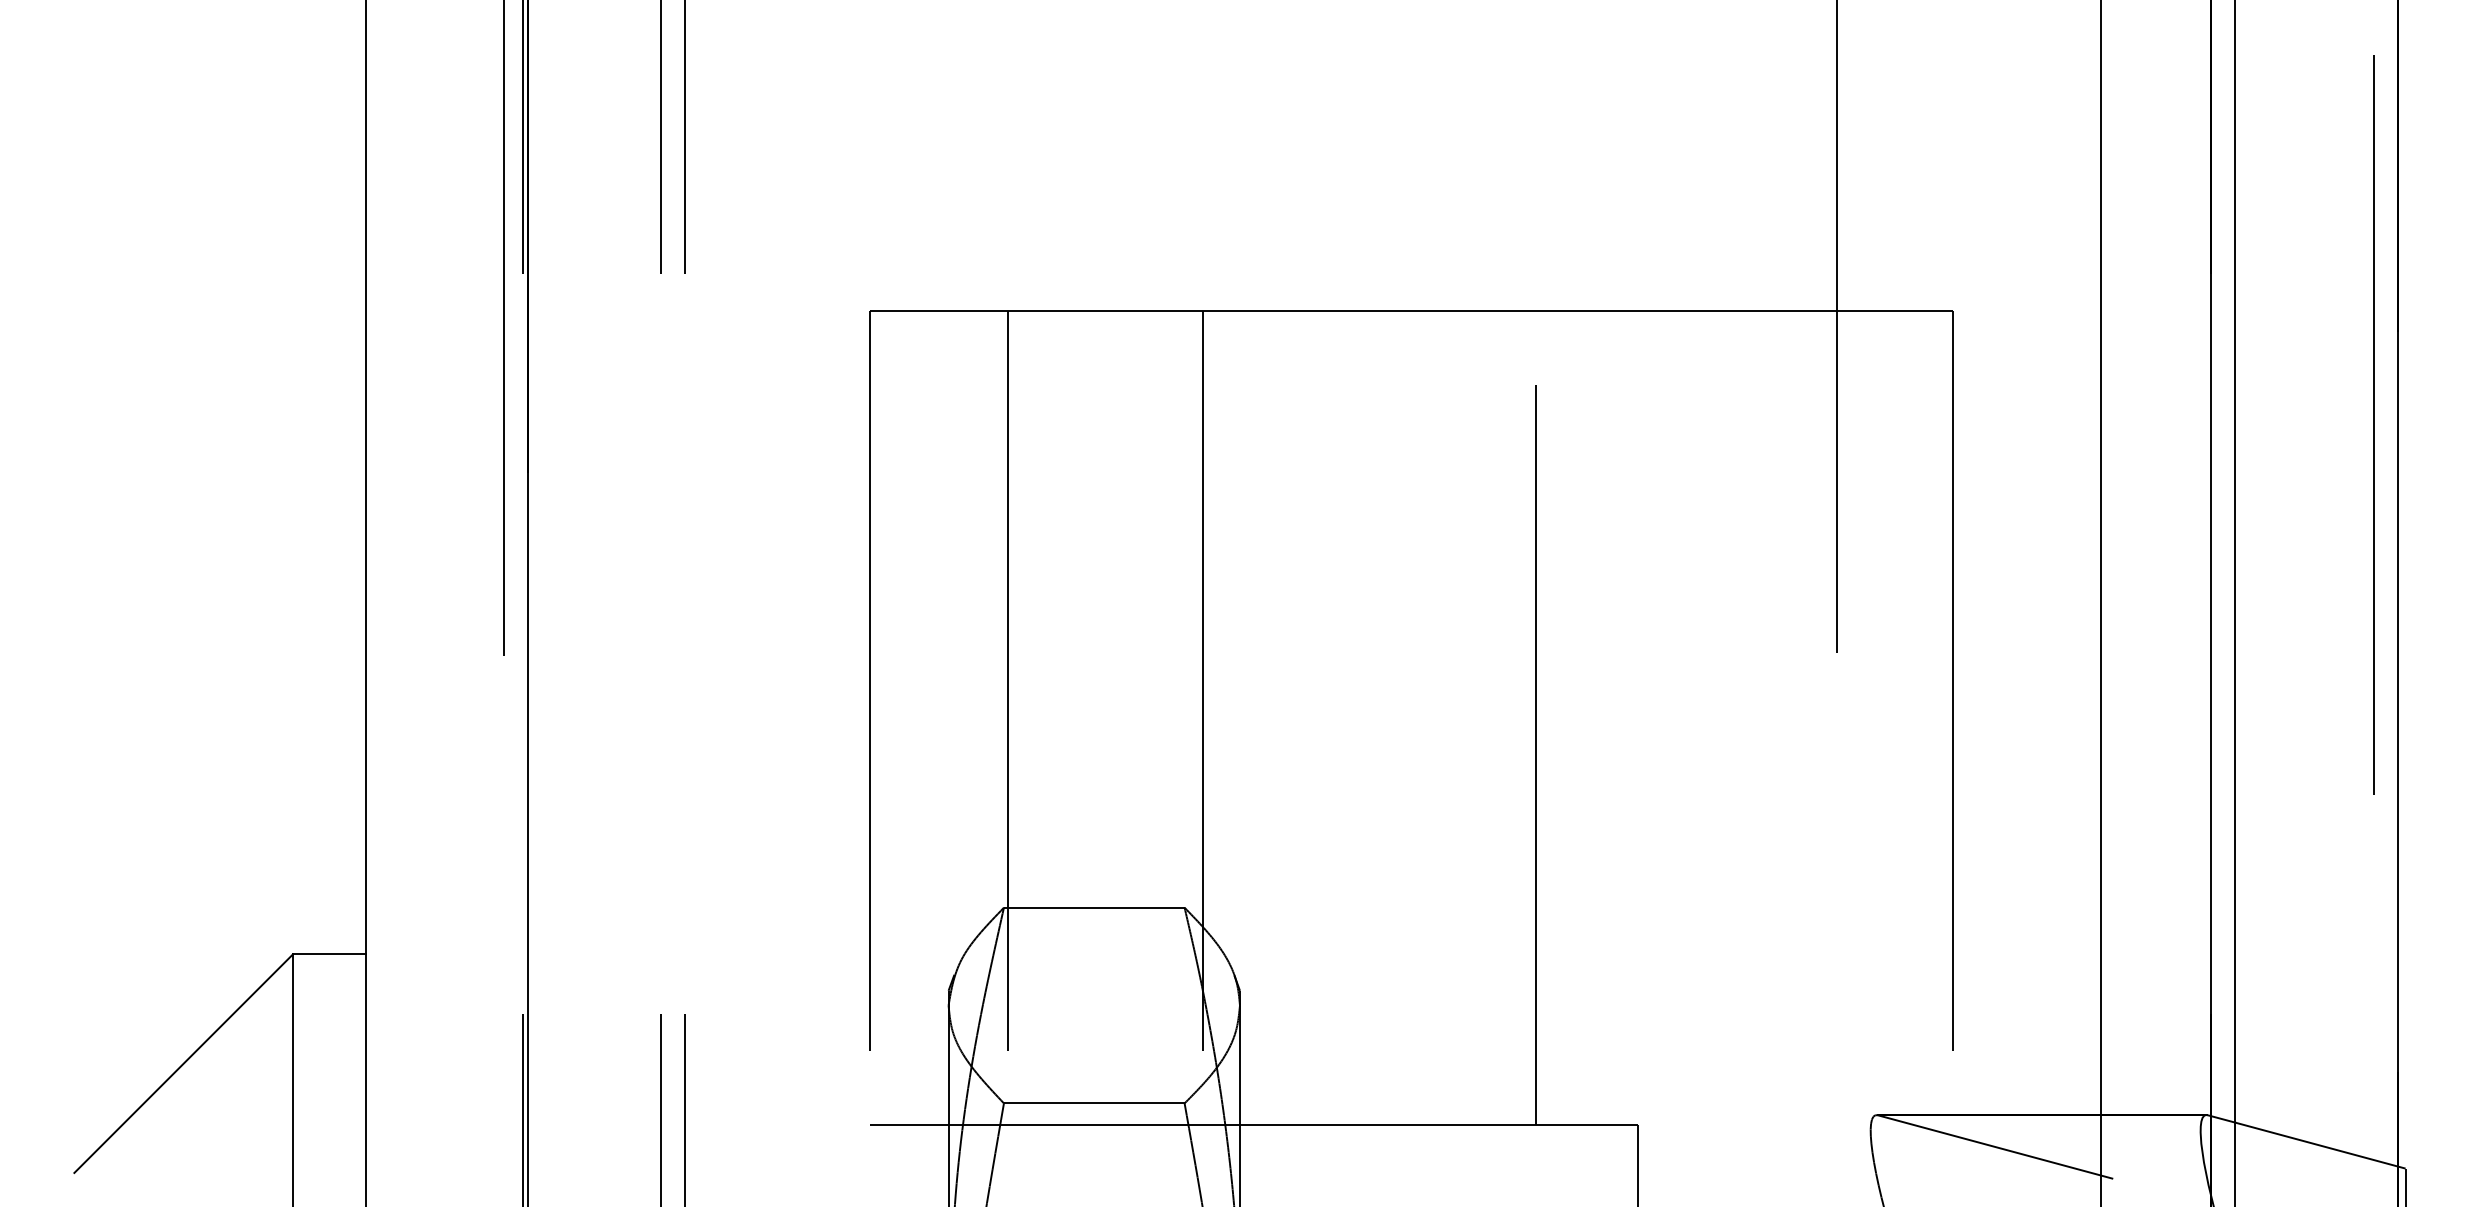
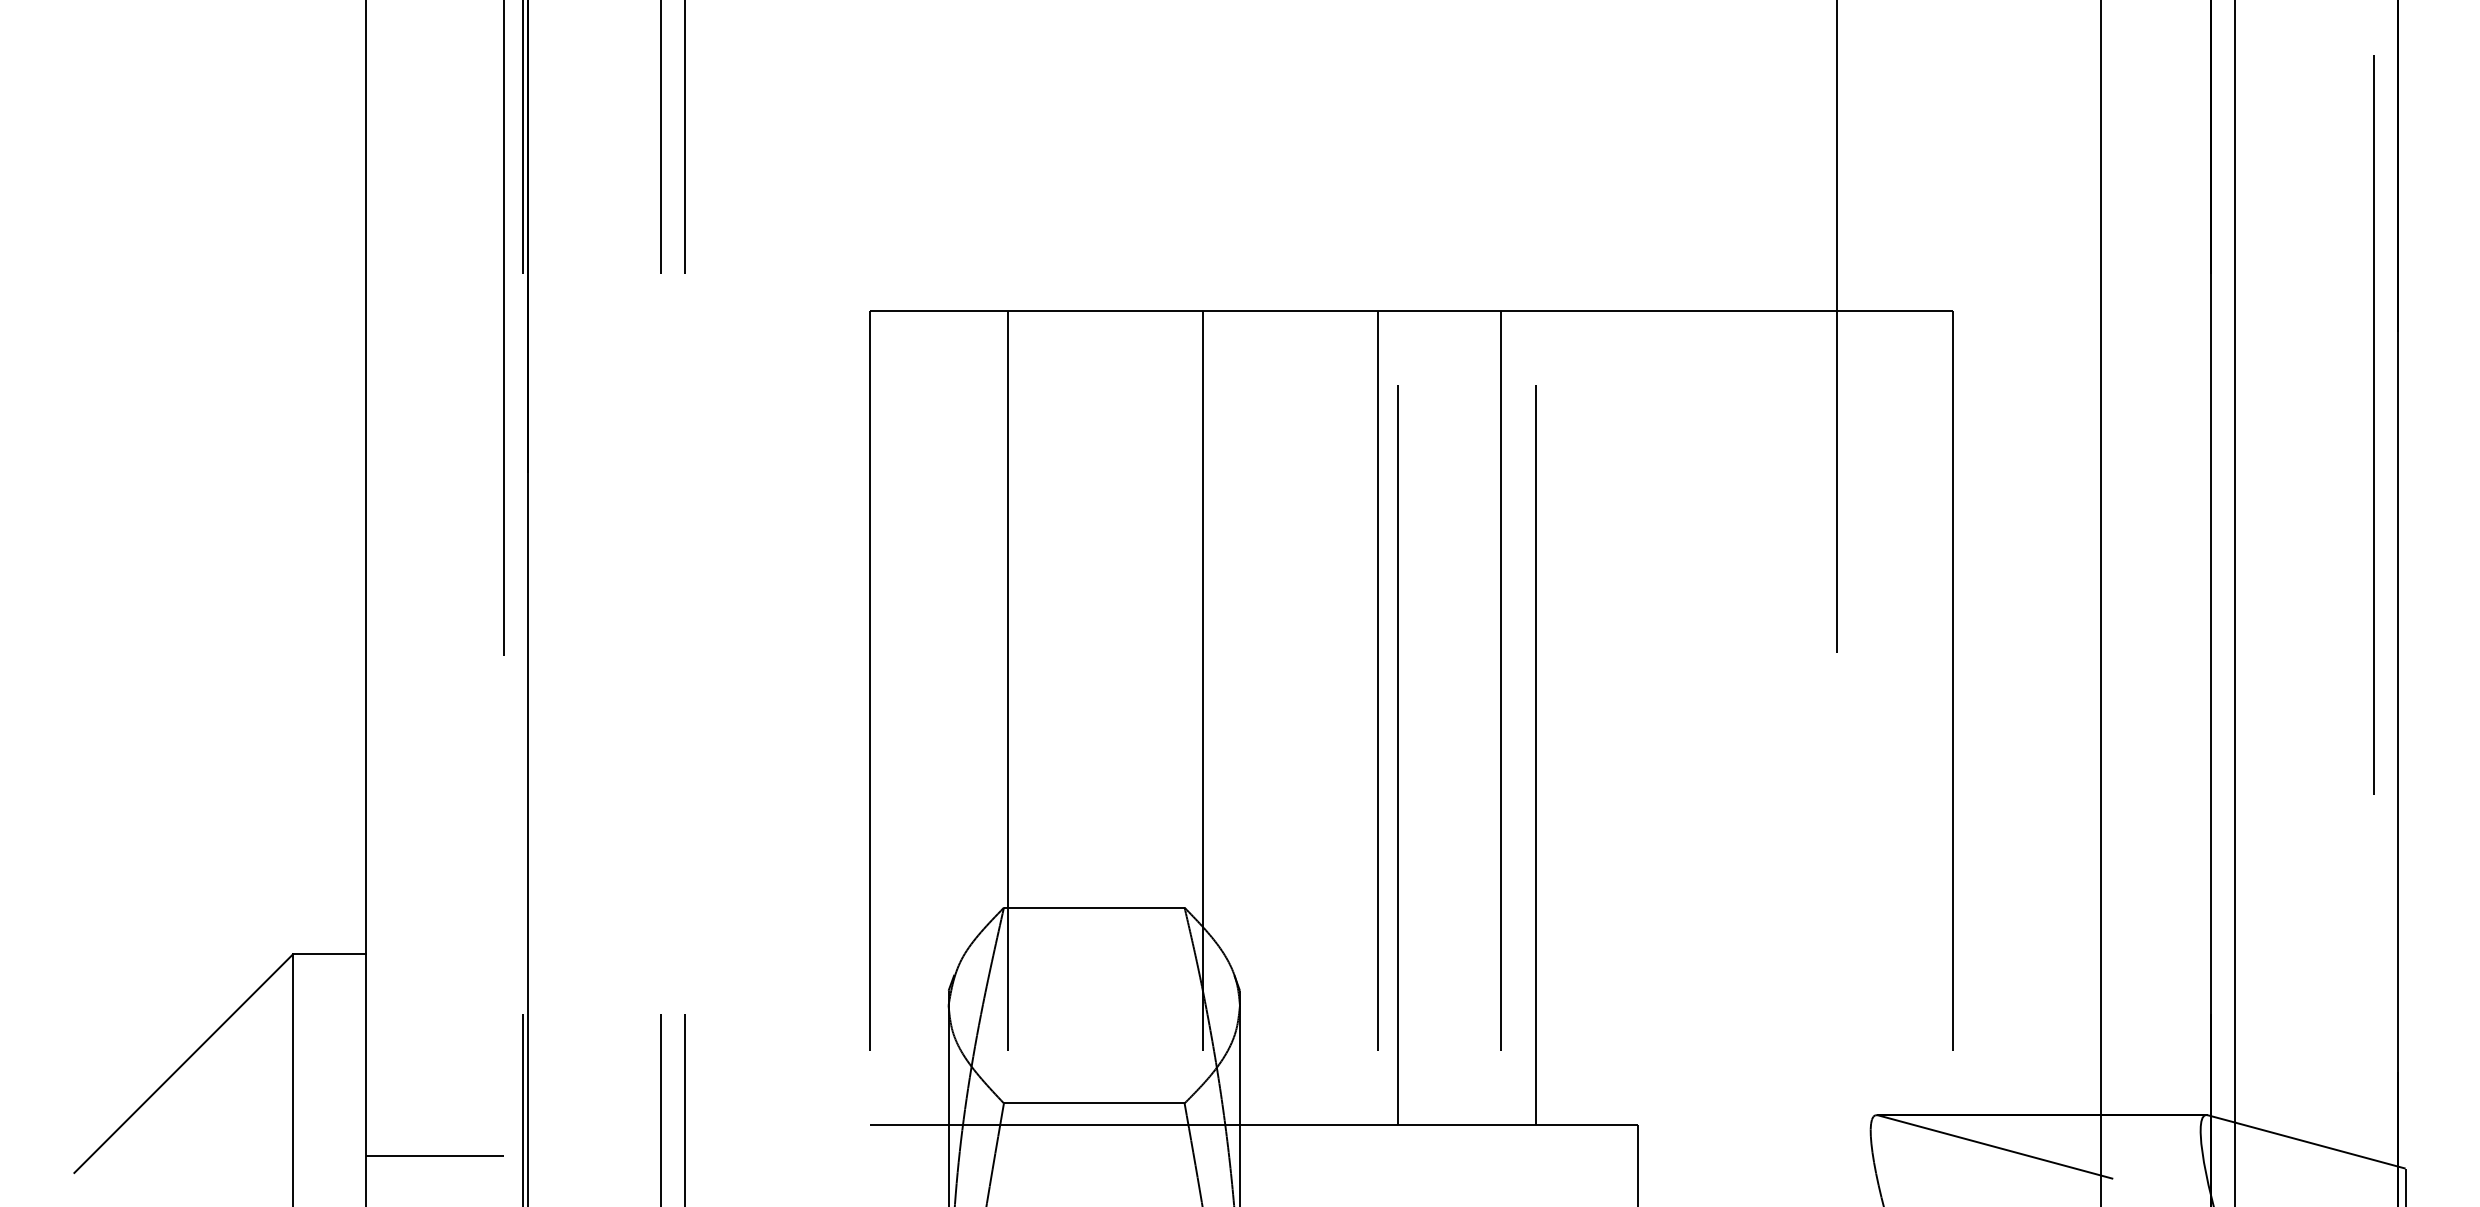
line at (1377, 717): none -> present
line at (1397, 717): none -> present
line at (1501, 717): none -> present
line at (434, 1155): none -> present
